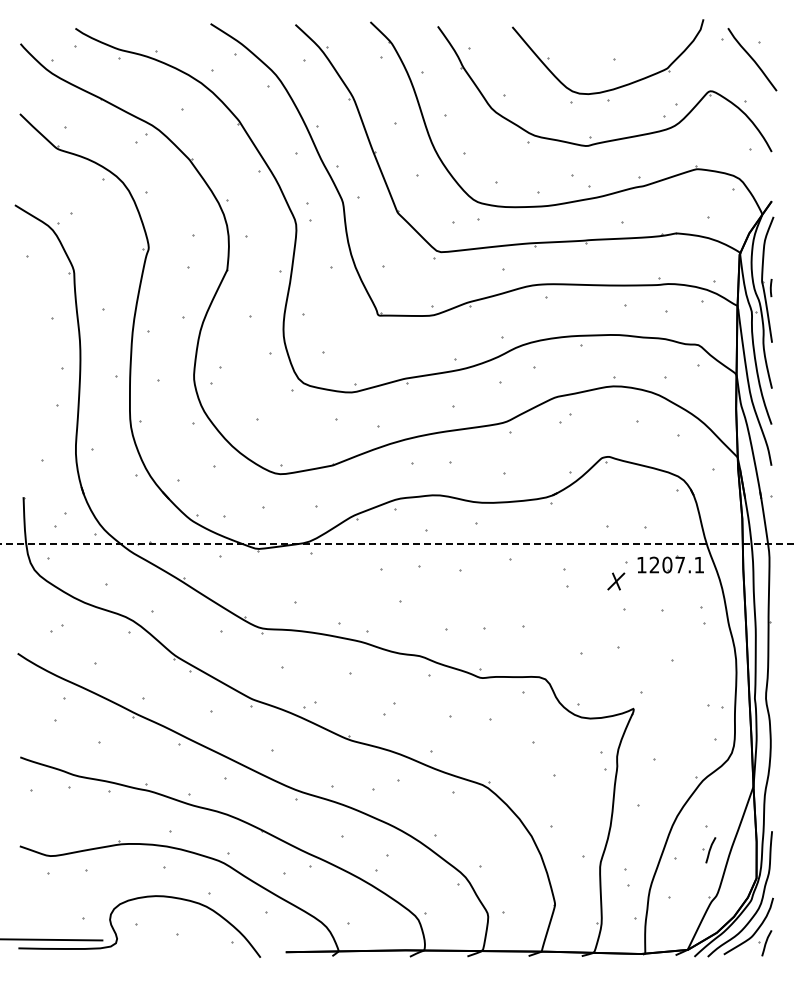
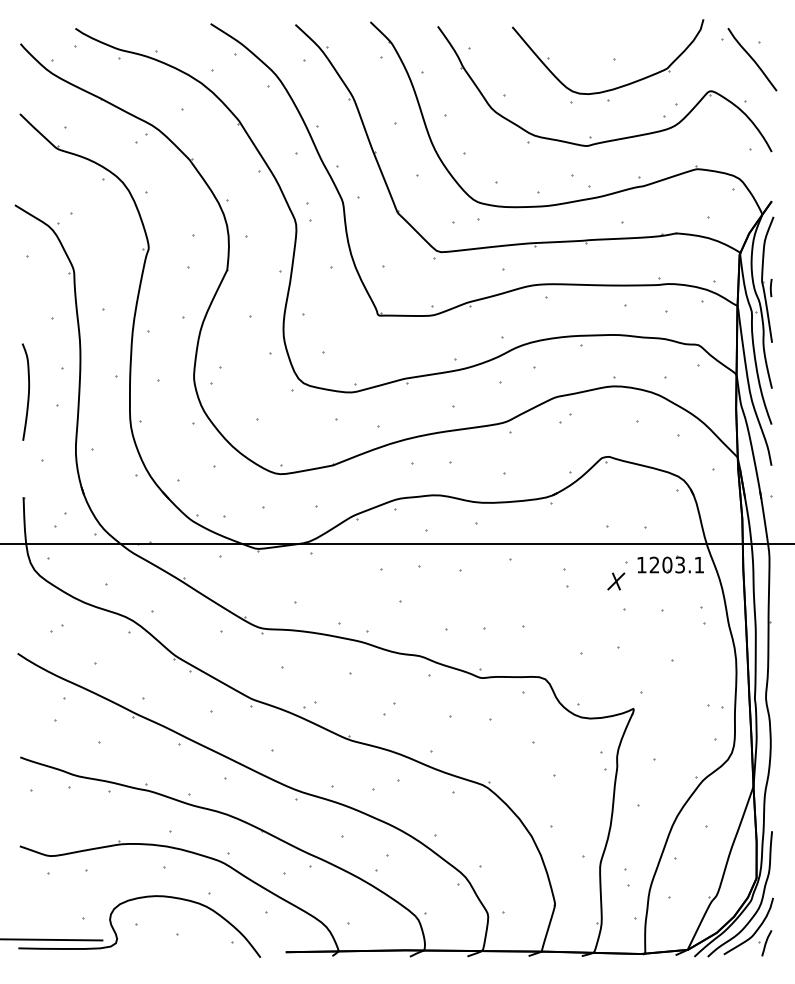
curve at (28, 391): none -> present
line at (397, 544): dashed -> solid
text at (679, 564): 1207.1 -> 1203.1
part at (709, 850): present -> none
